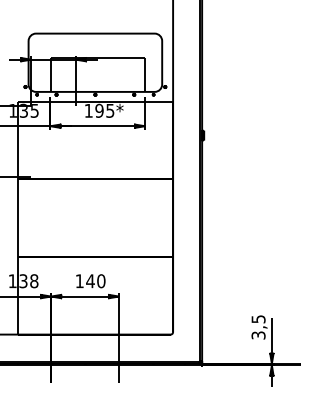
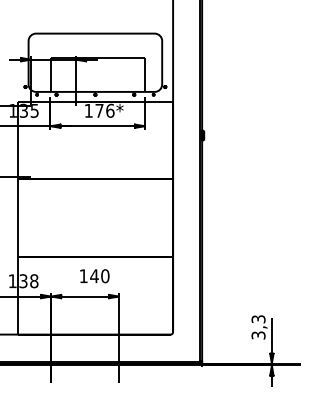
text at (104, 110): 195* -> 176*
text at (90, 281) position: (90, 281) -> (94, 276)
text at (257, 318): 3,5 -> 3,3
